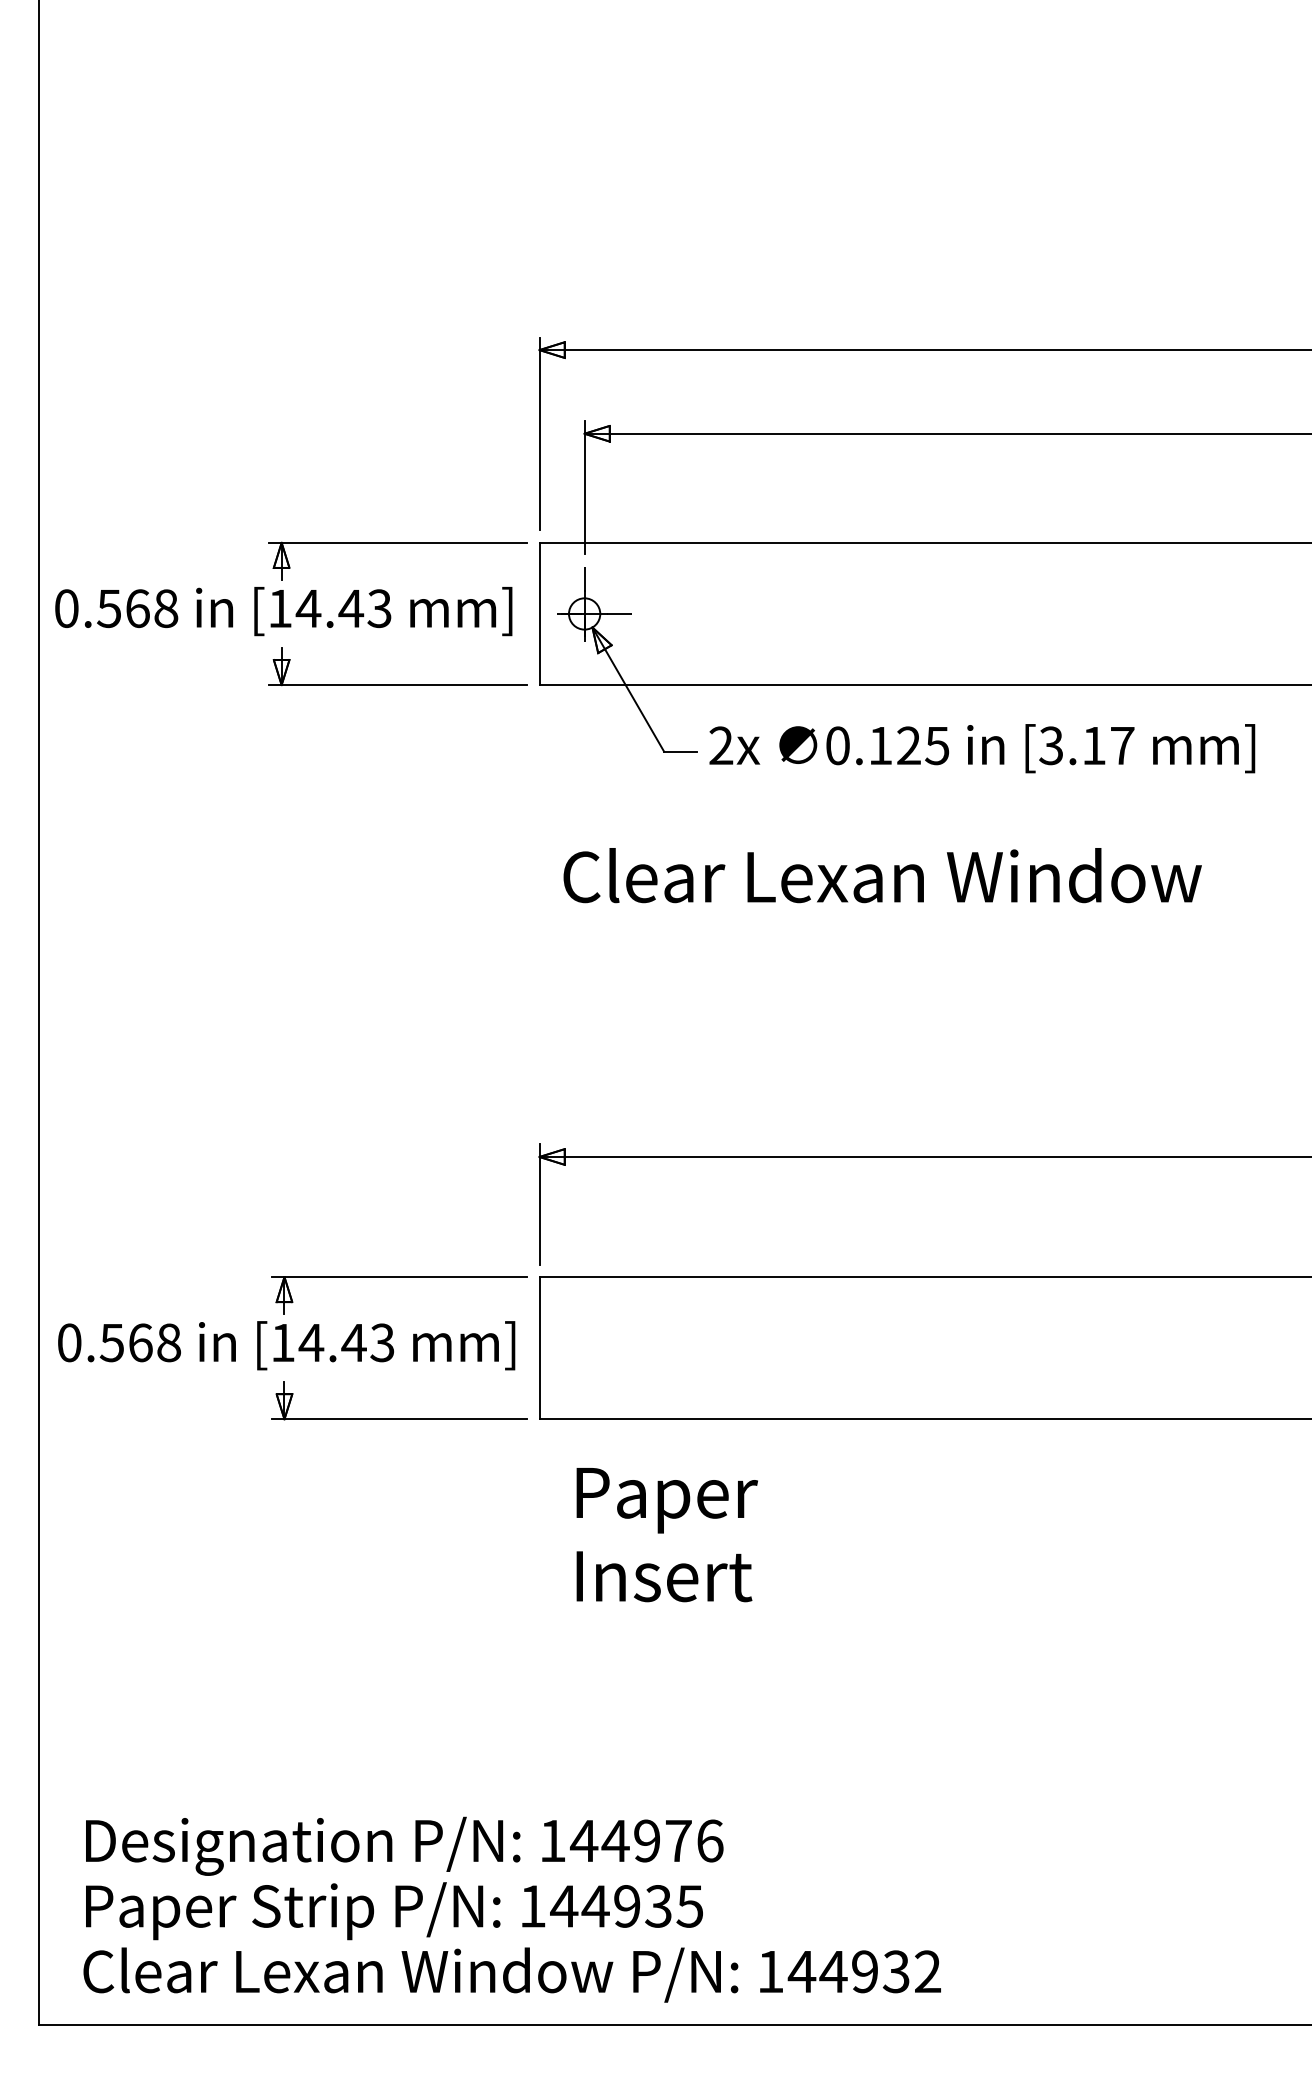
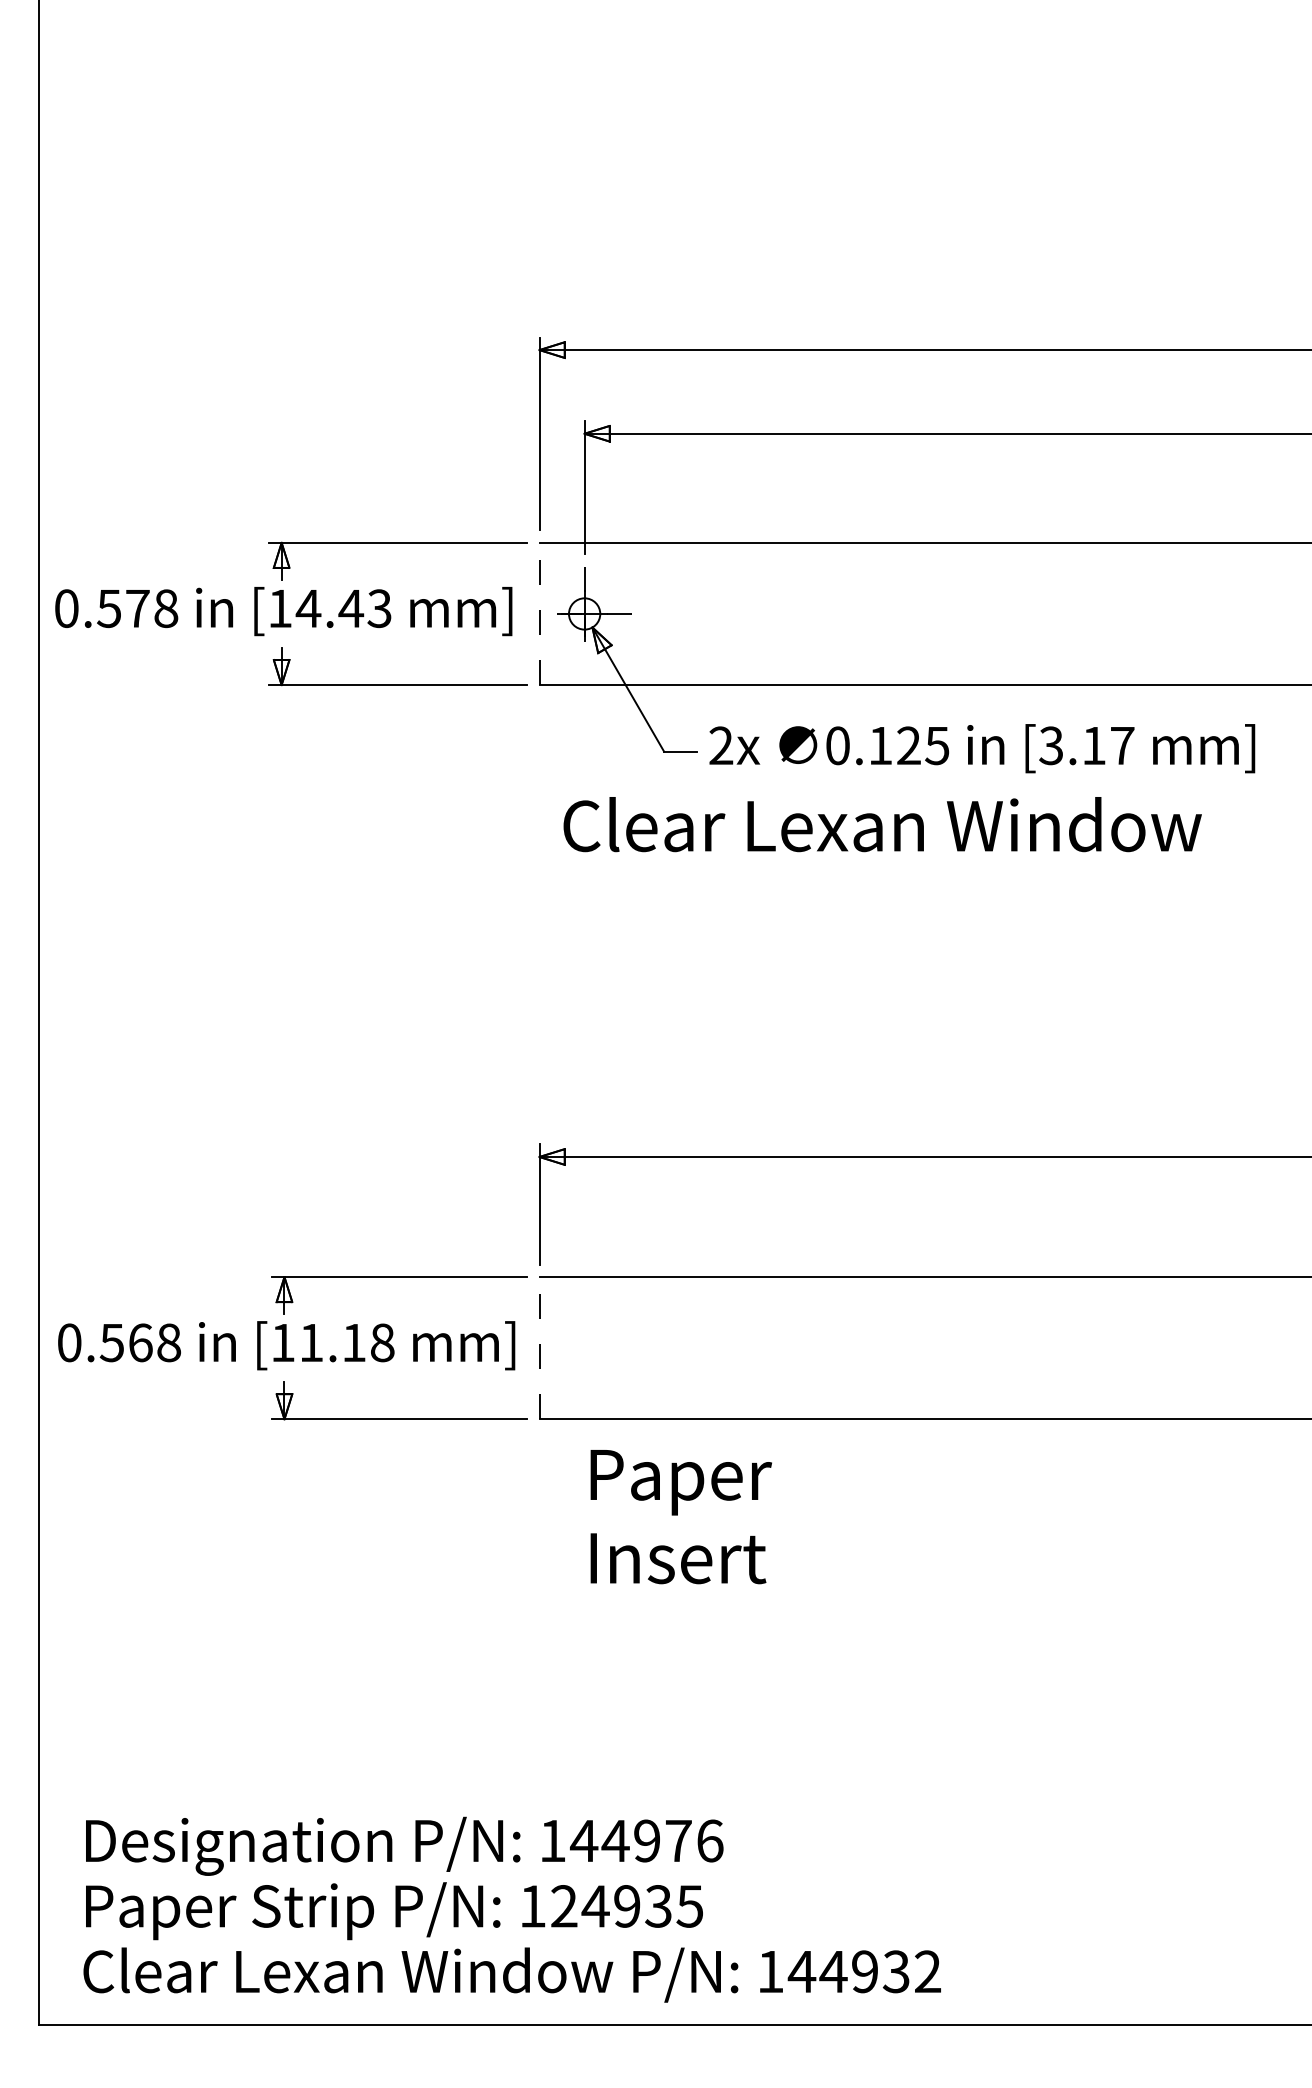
text at (137, 608): 0.568 -> 0.578
line at (539, 613): solid -> dashed
text at (882, 875) position: (882, 875) -> (882, 824)
text at (346, 1342): [14.43 -> [11.18
line at (539, 1347): solid -> dashed
text at (666, 1535) position: (666, 1535) -> (680, 1517)
text at (564, 1906): 144935 -> 124935
